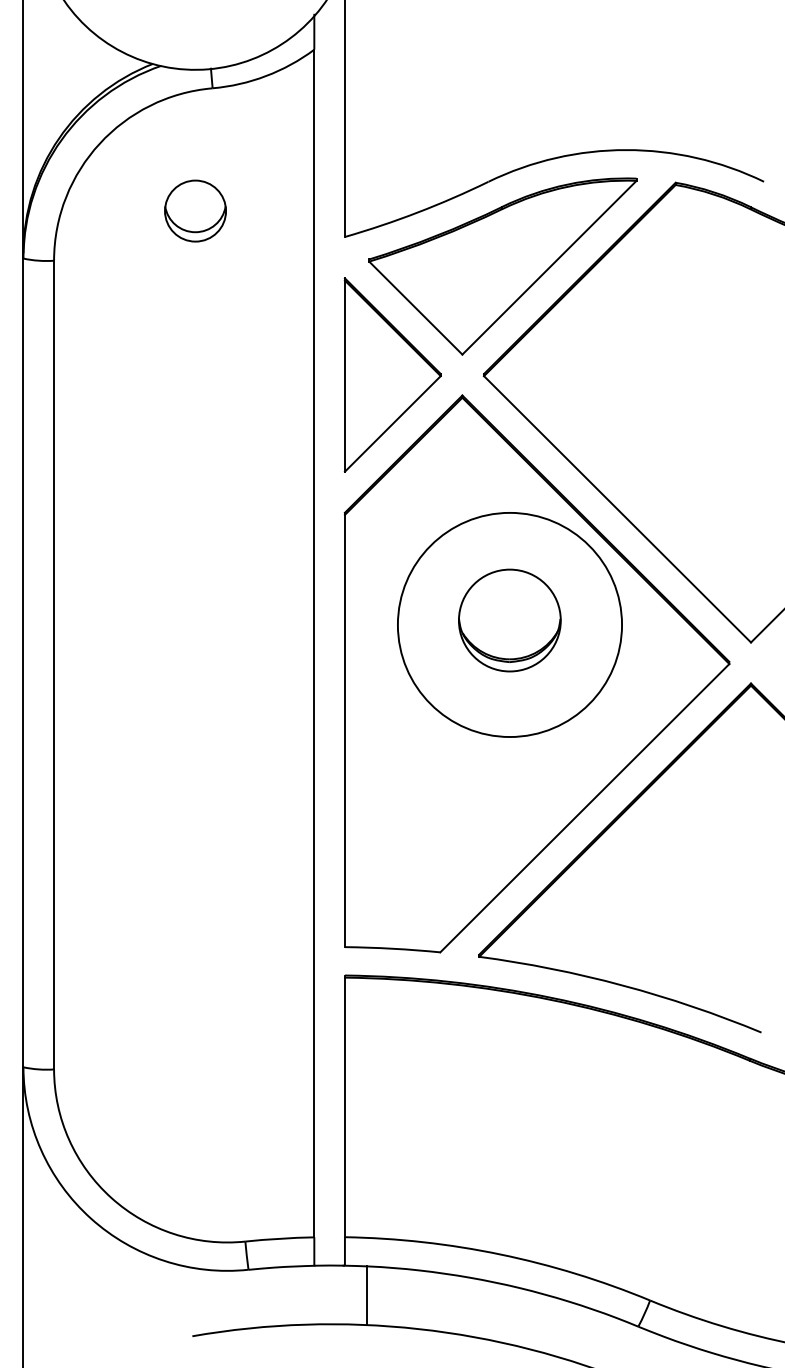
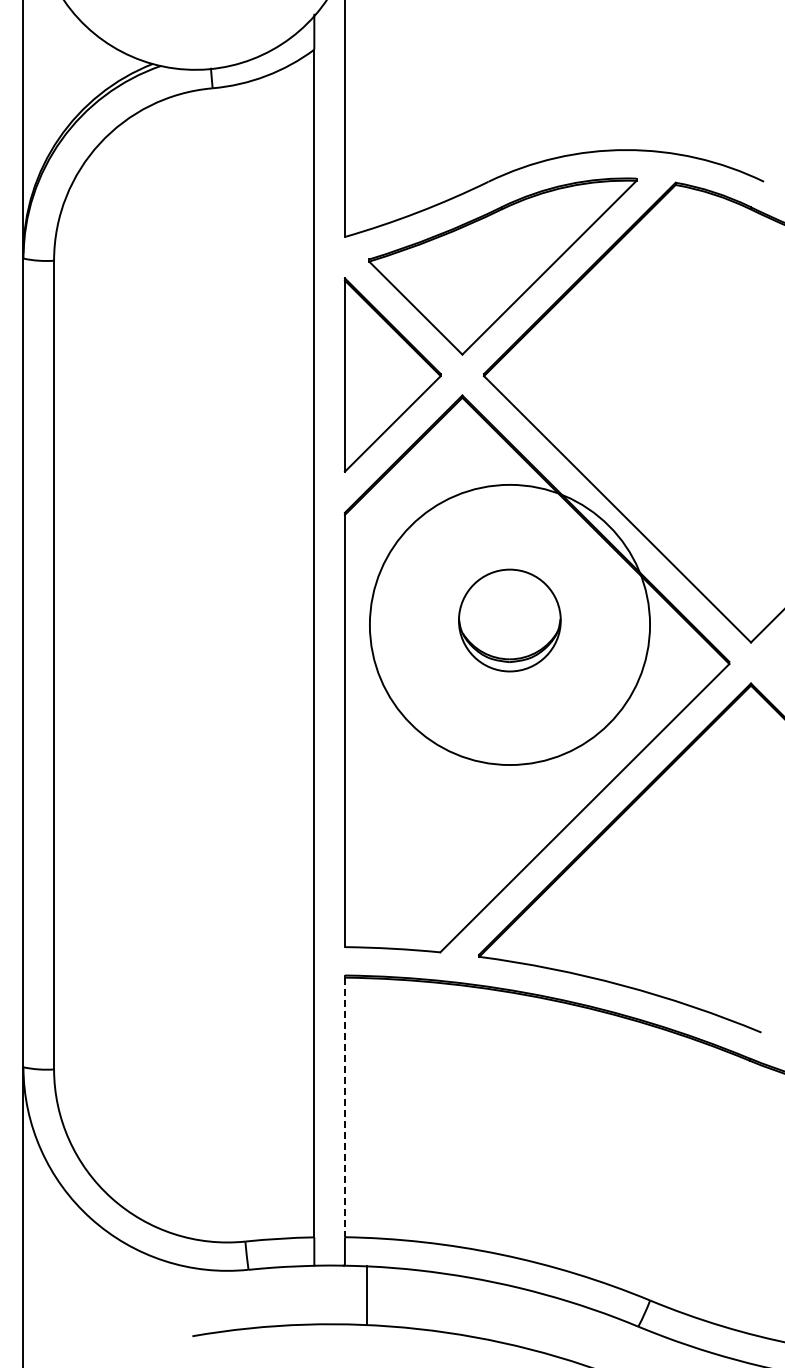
part at (195, 210): present -> none
circle at (509, 624) diameter: 224 px -> 280 px
line at (344, 1107): solid -> dashed
